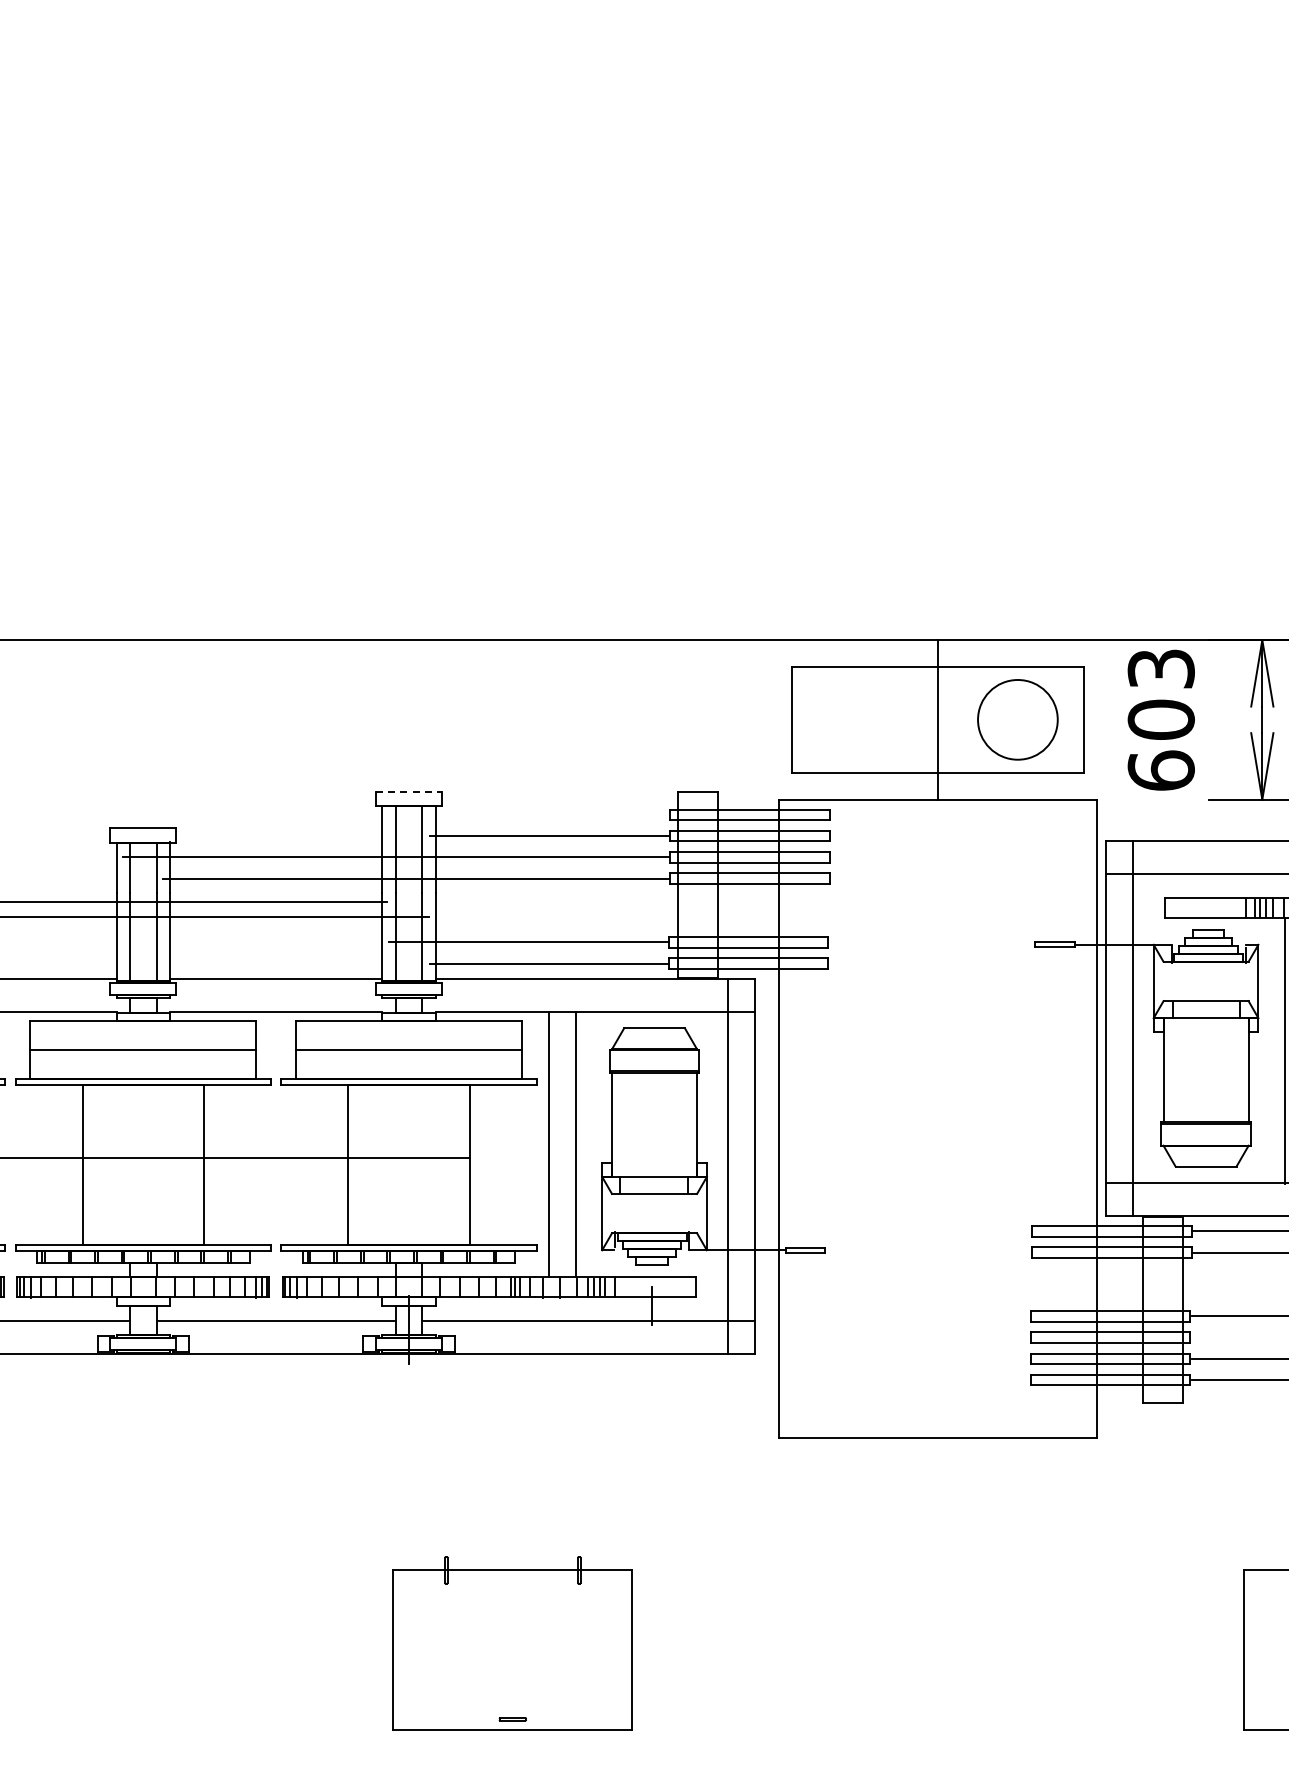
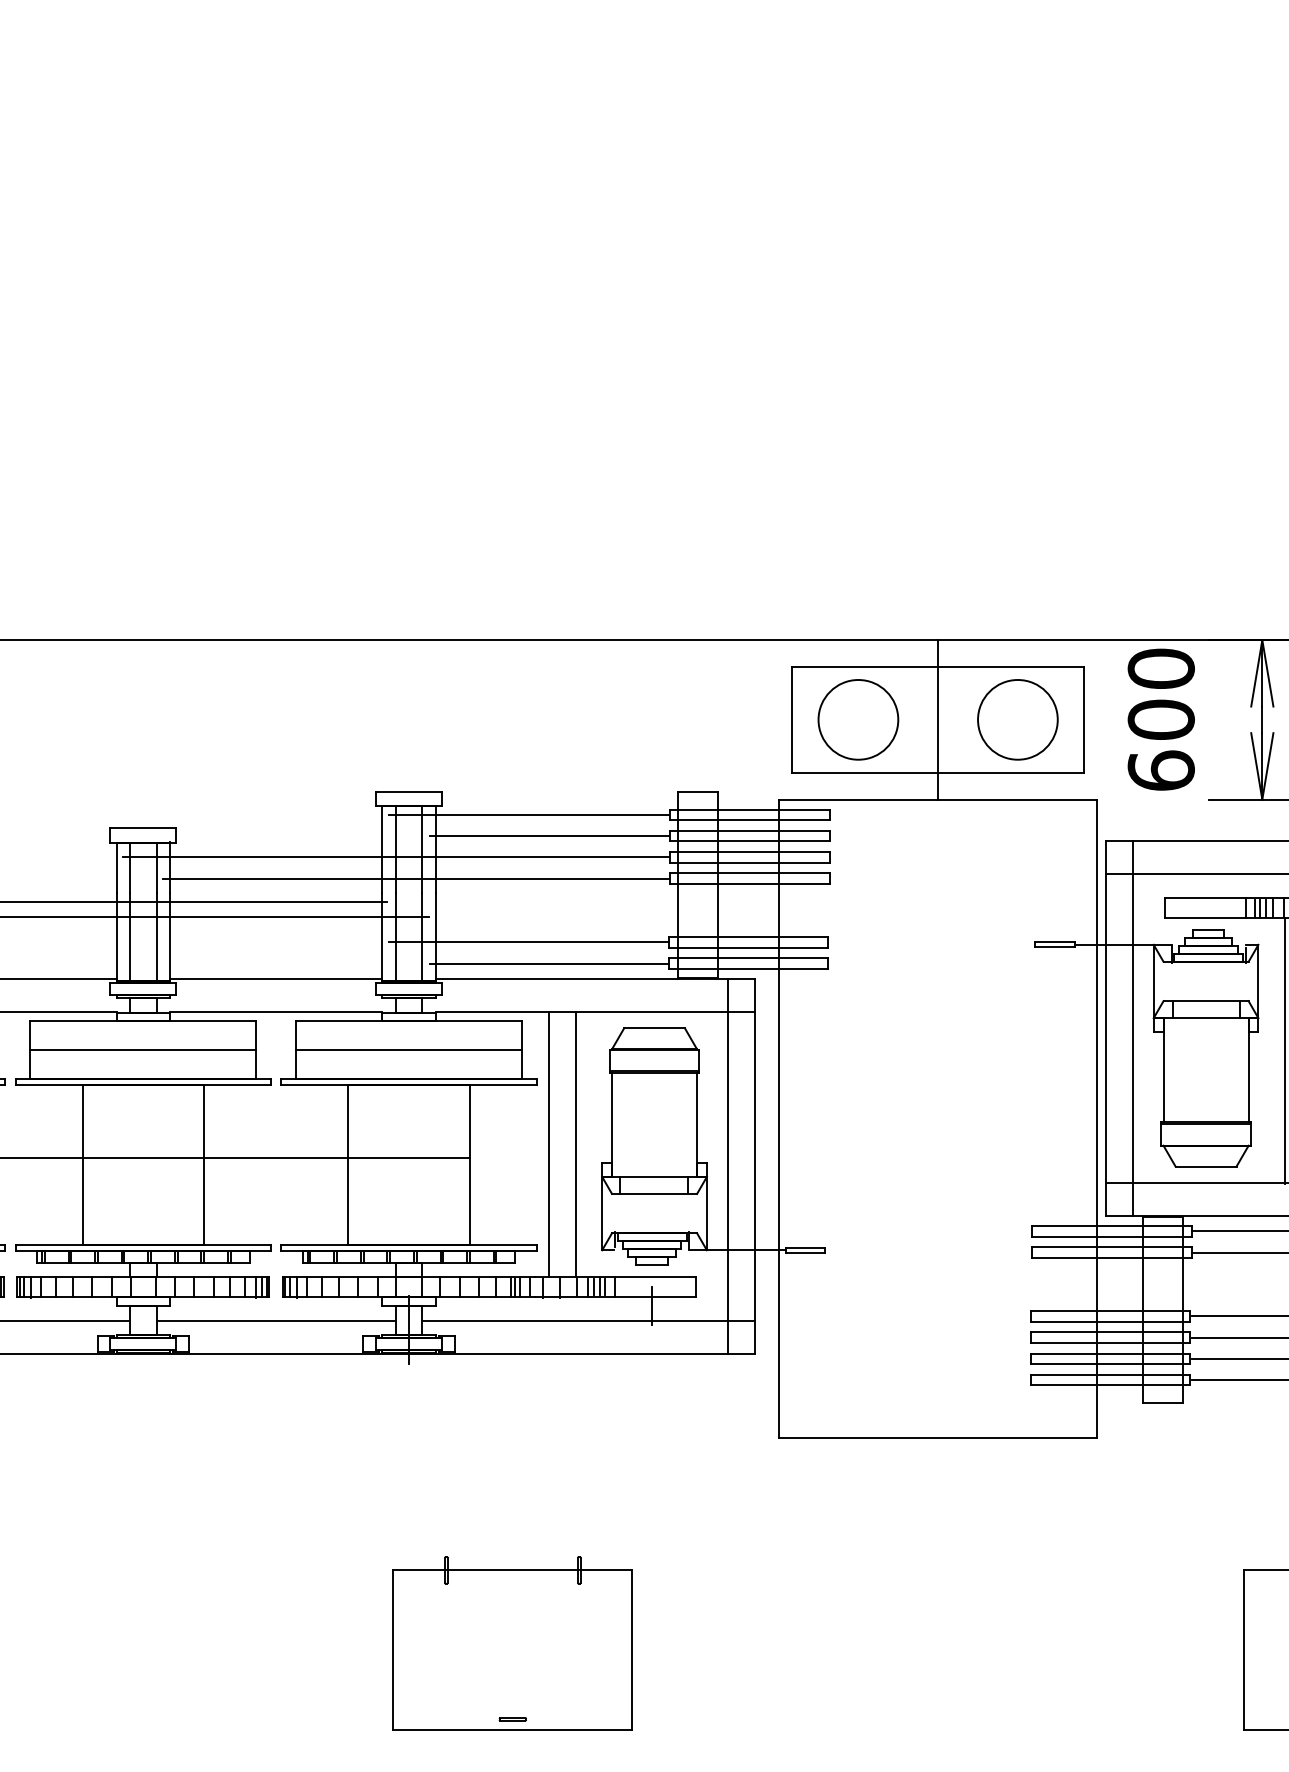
text at (1160, 668): 603 -> 600
circle at (858, 719): none -> present
line at (409, 791): dashed -> solid
line at (528, 814): none -> present
line at (1238, 1337): none -> present
